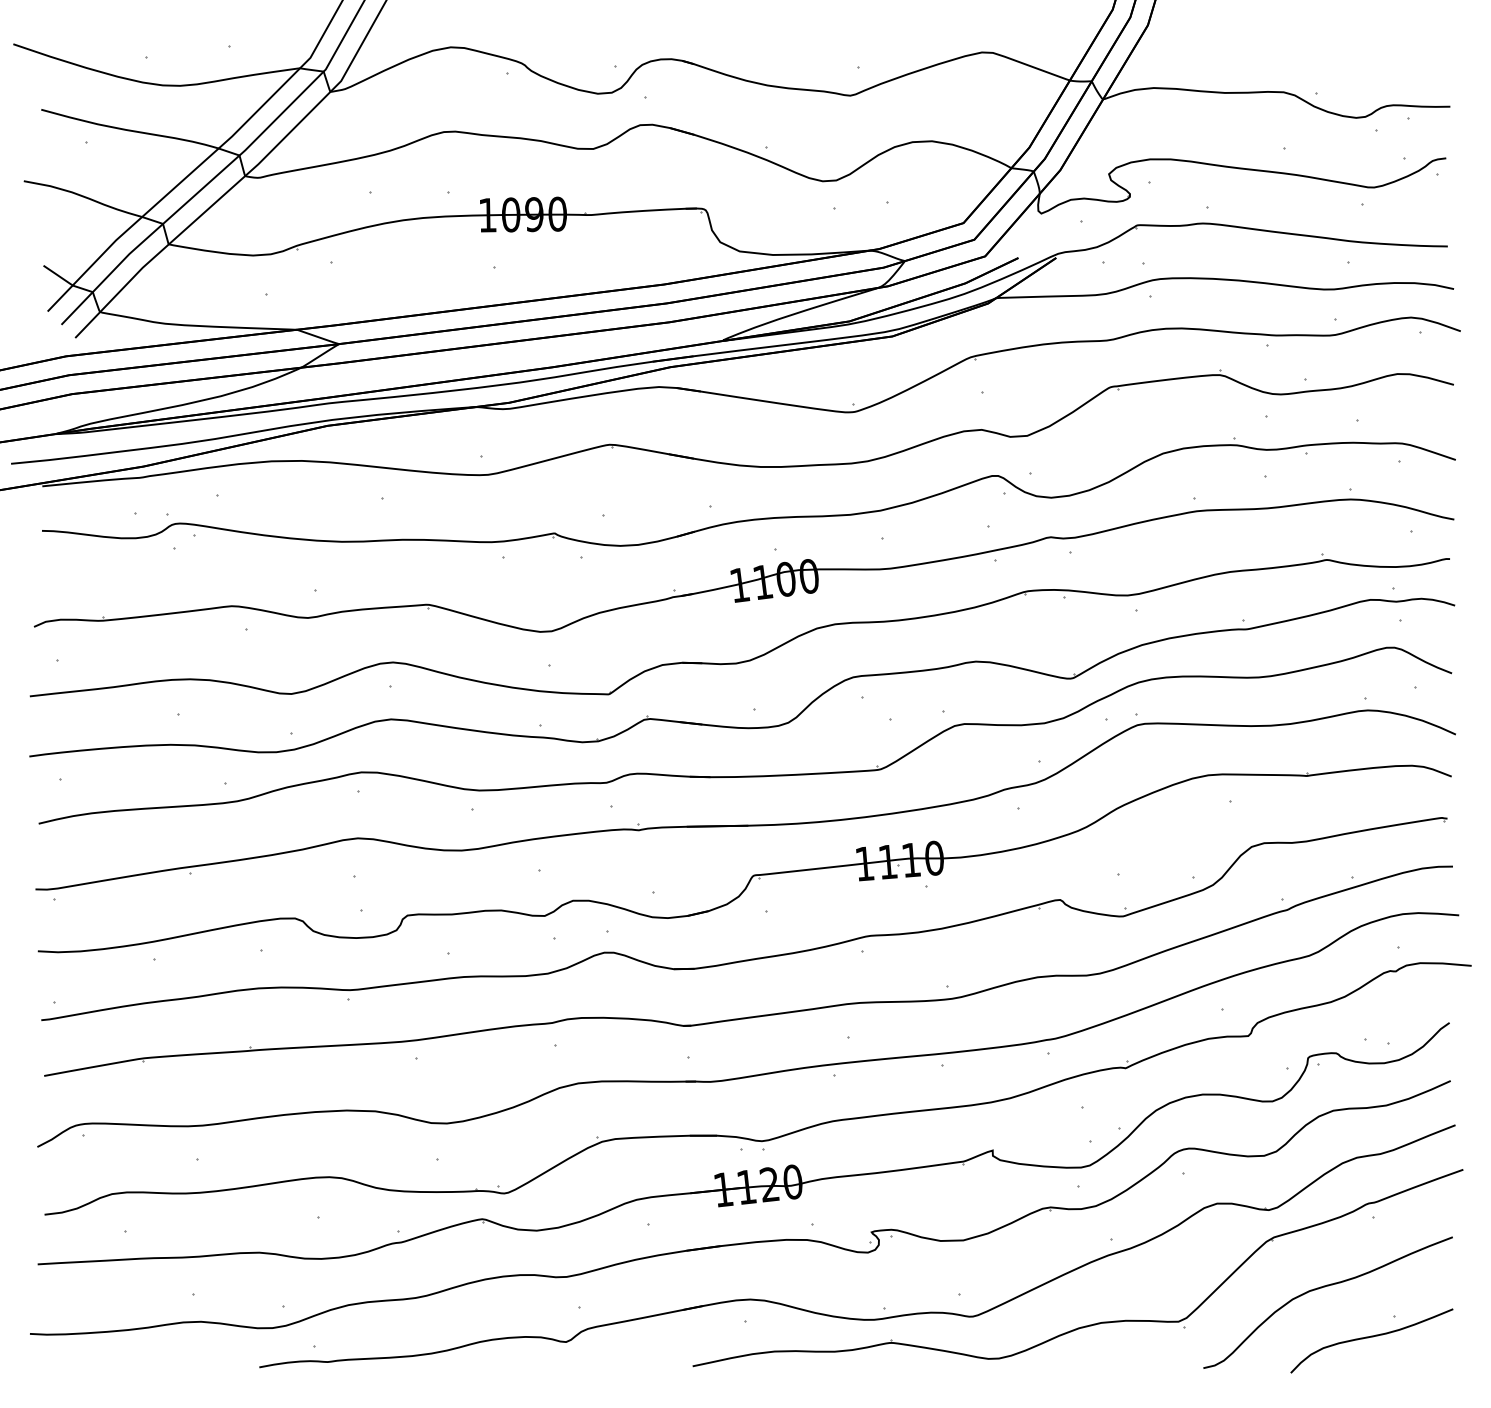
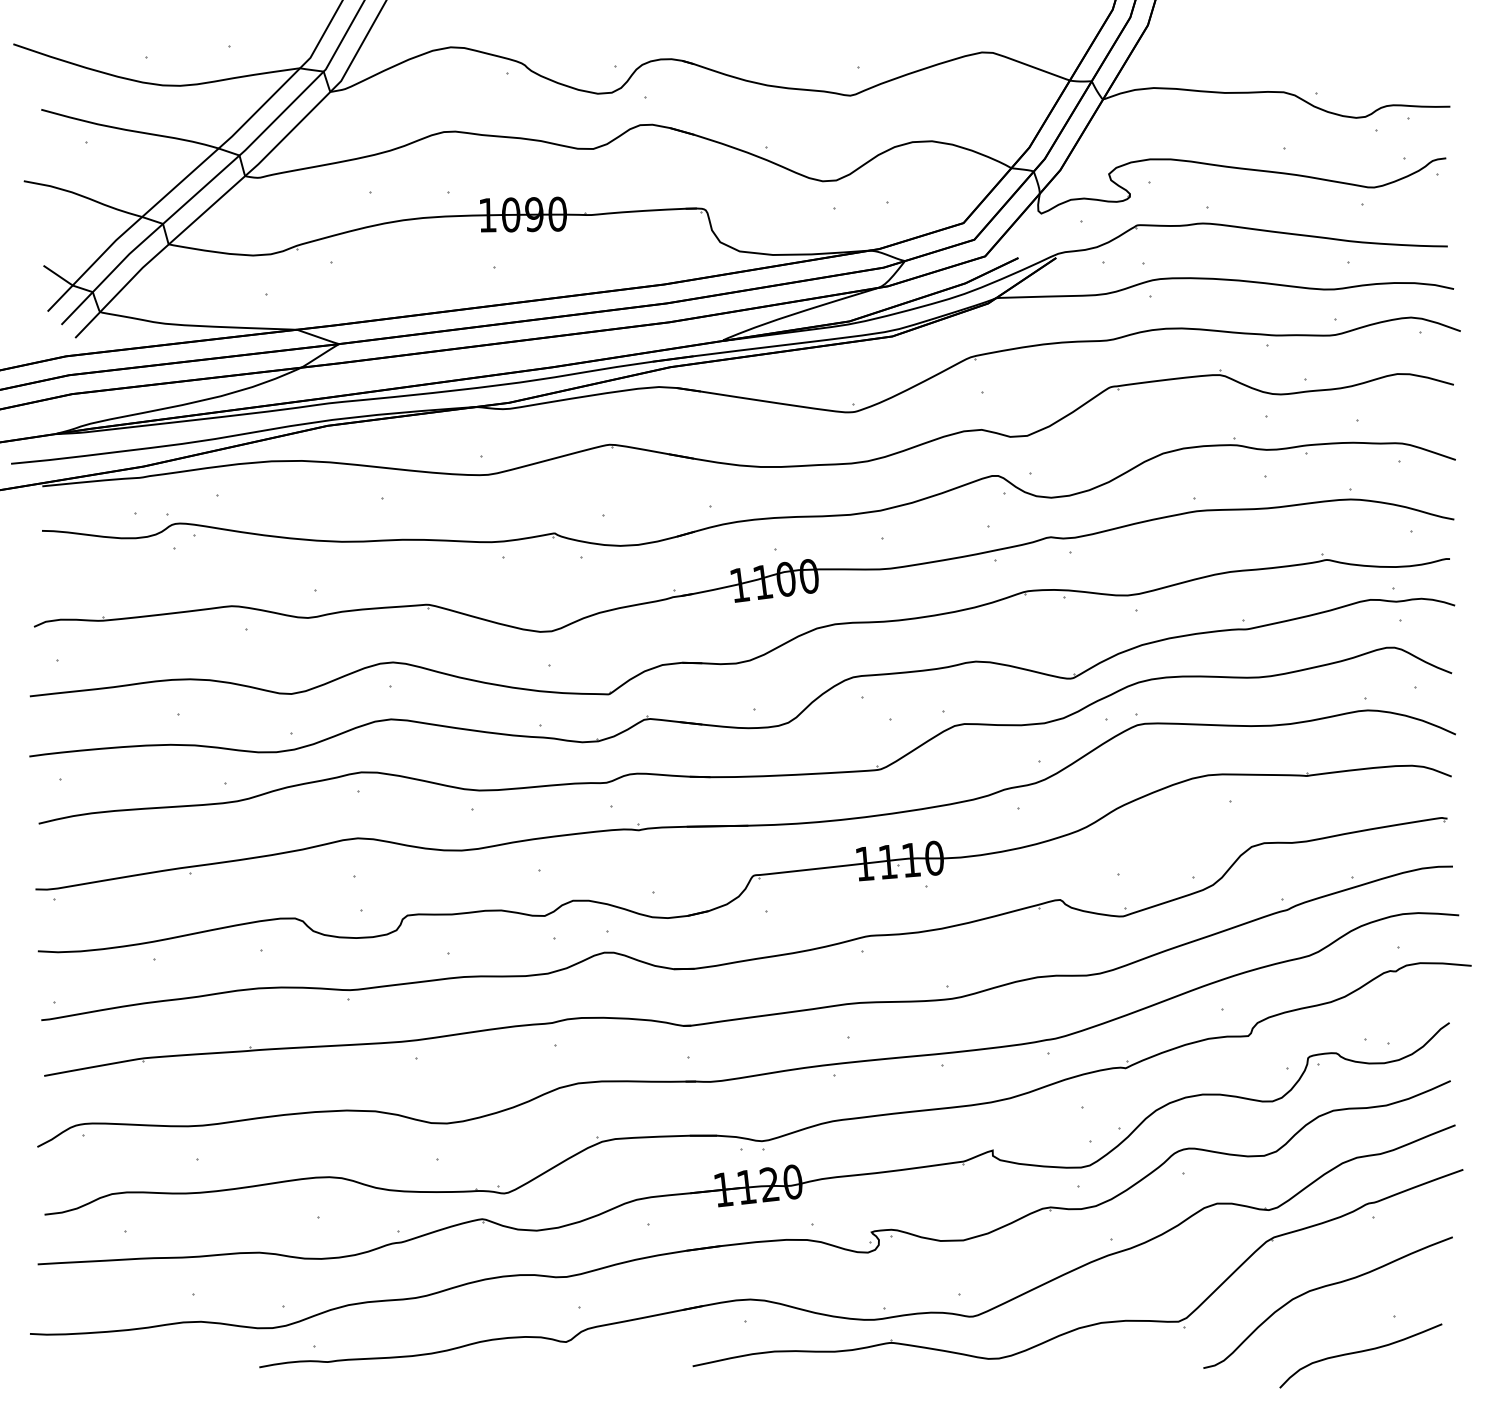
curve at (1371, 1337) position: (1371, 1337) -> (1360, 1352)
